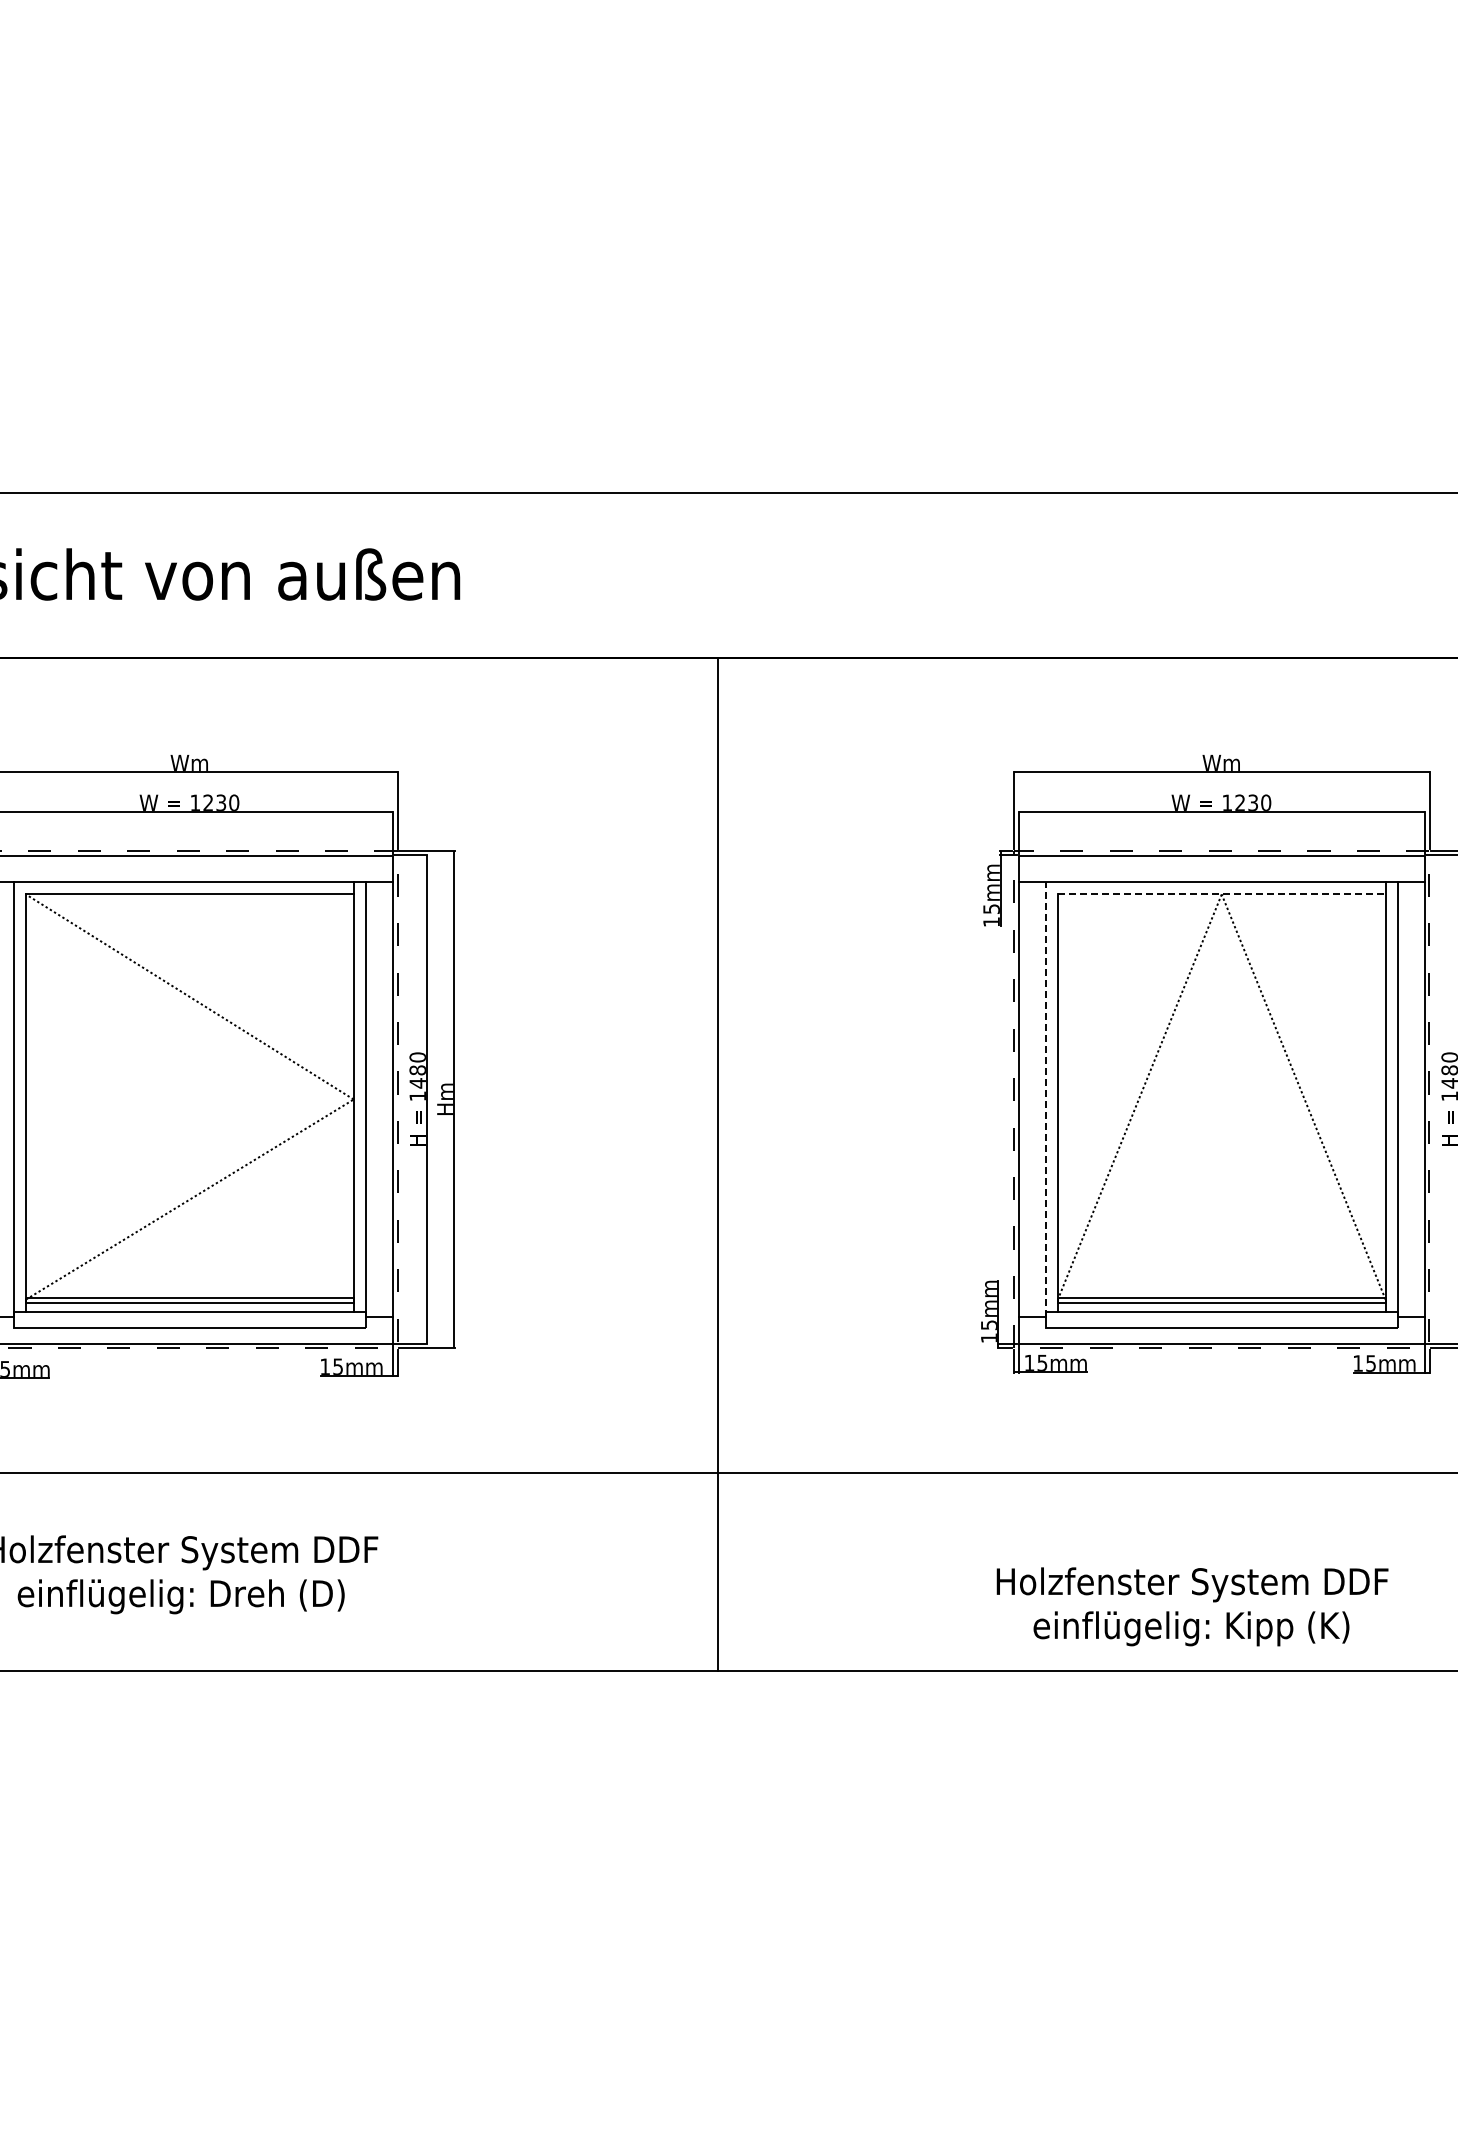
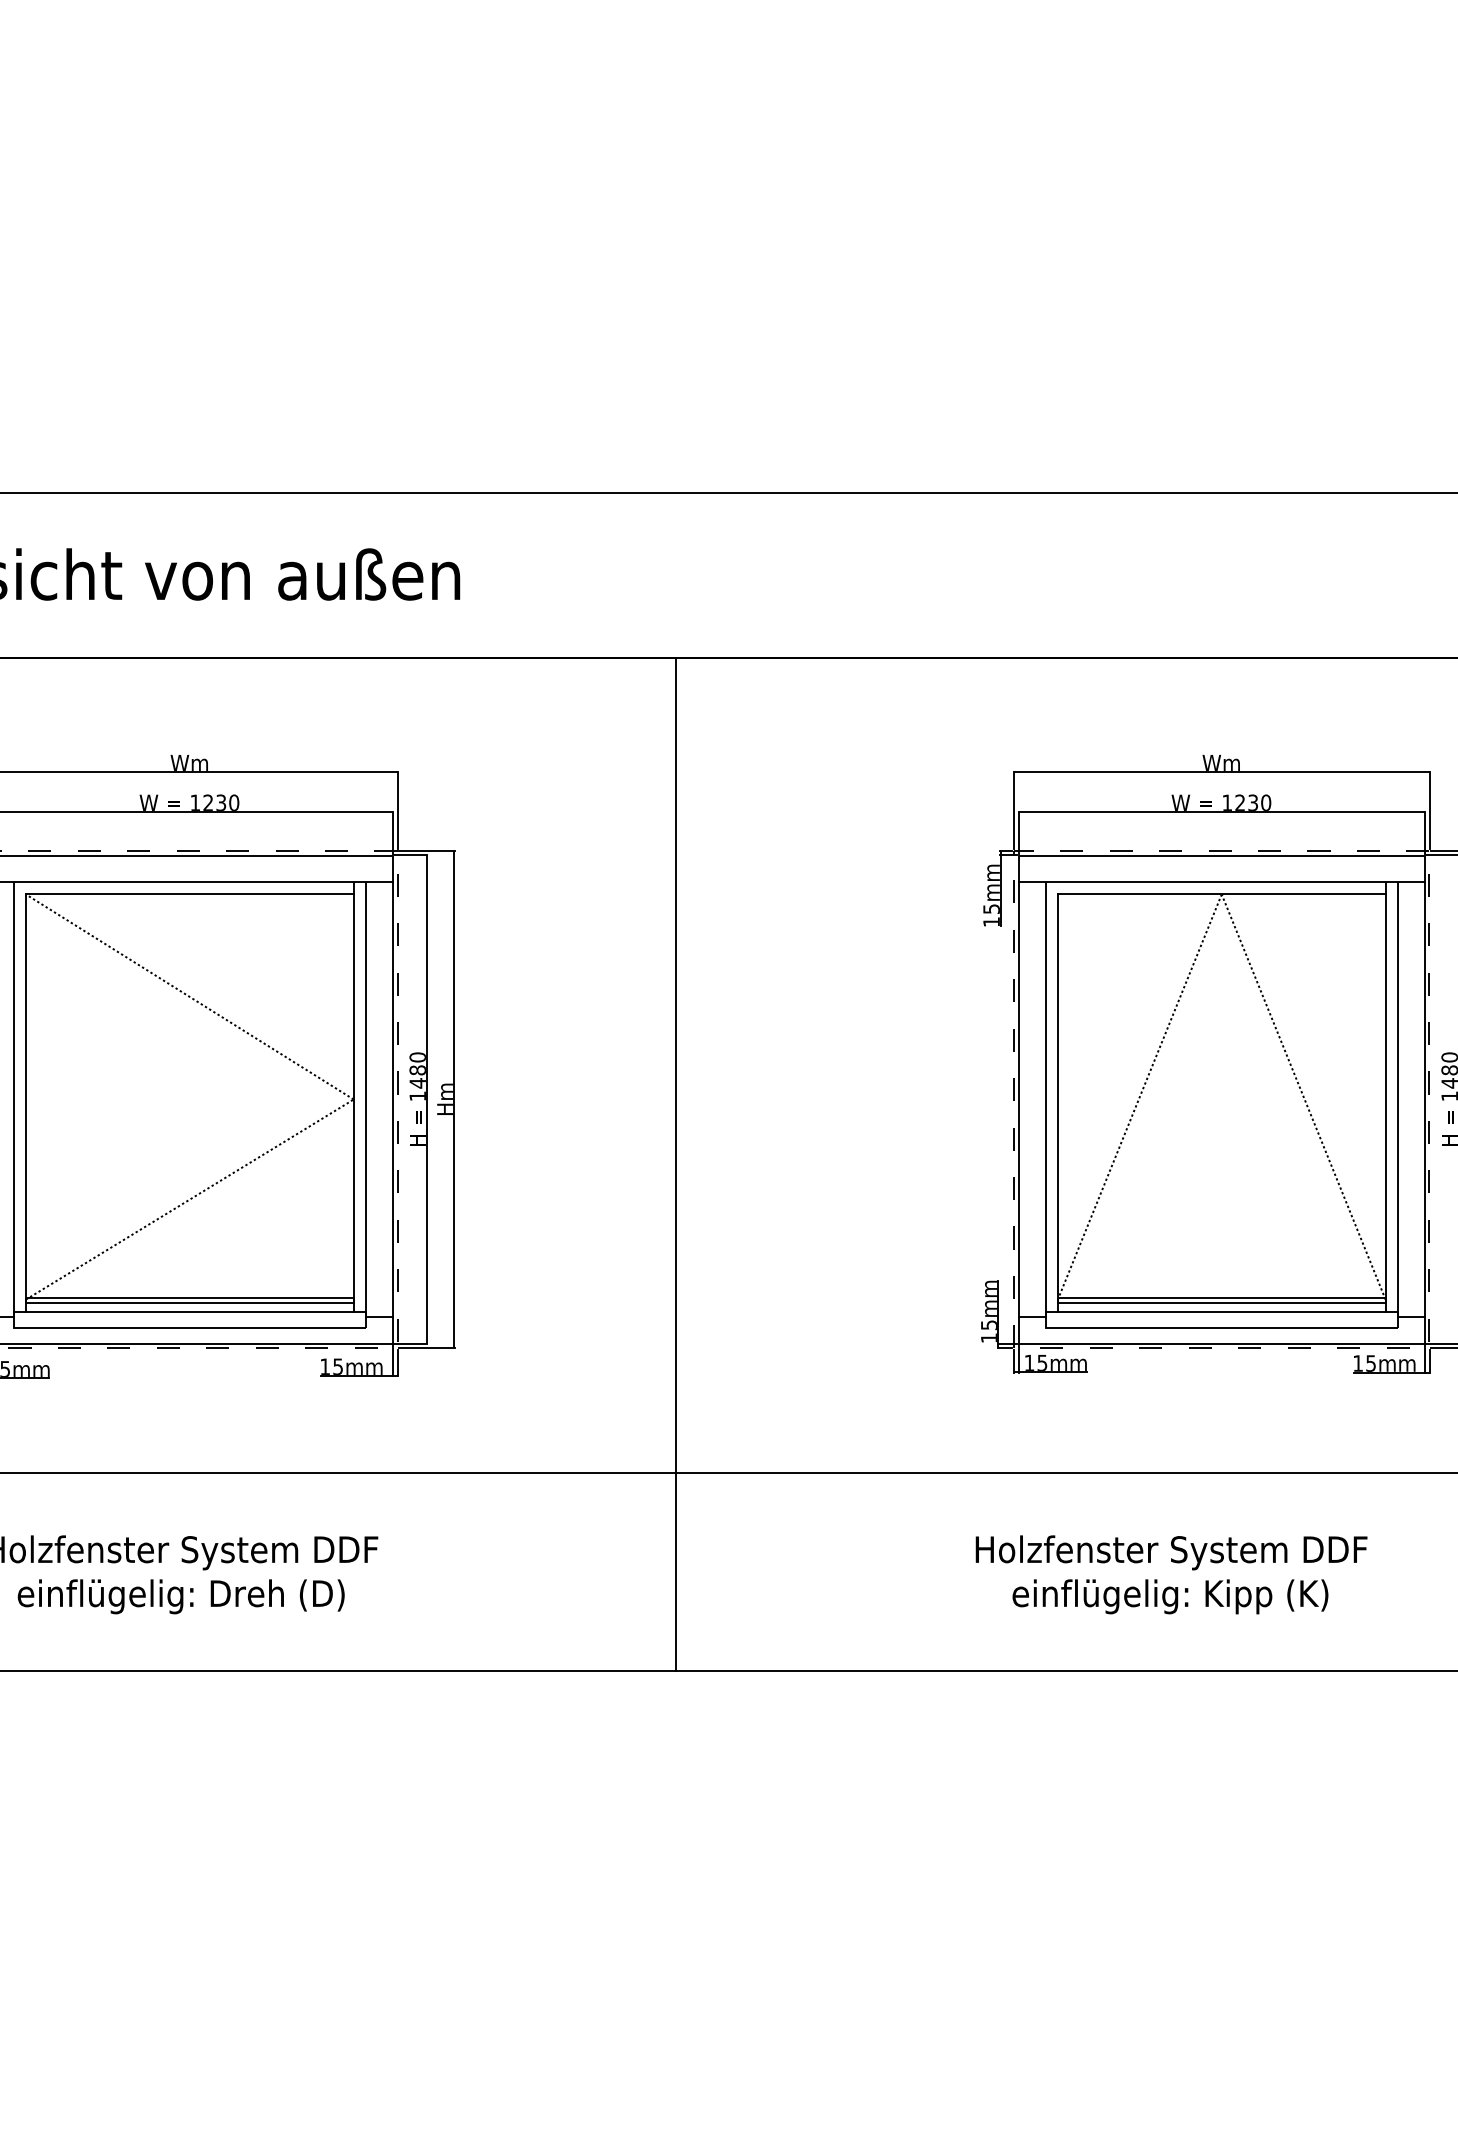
line at (1221, 894): dashed -> solid
line at (1045, 1099): dashed -> solid
line at (718, 1163) position: (718, 1163) -> (676, 1163)
text at (1192, 1606) position: (1192, 1606) -> (1171, 1574)
